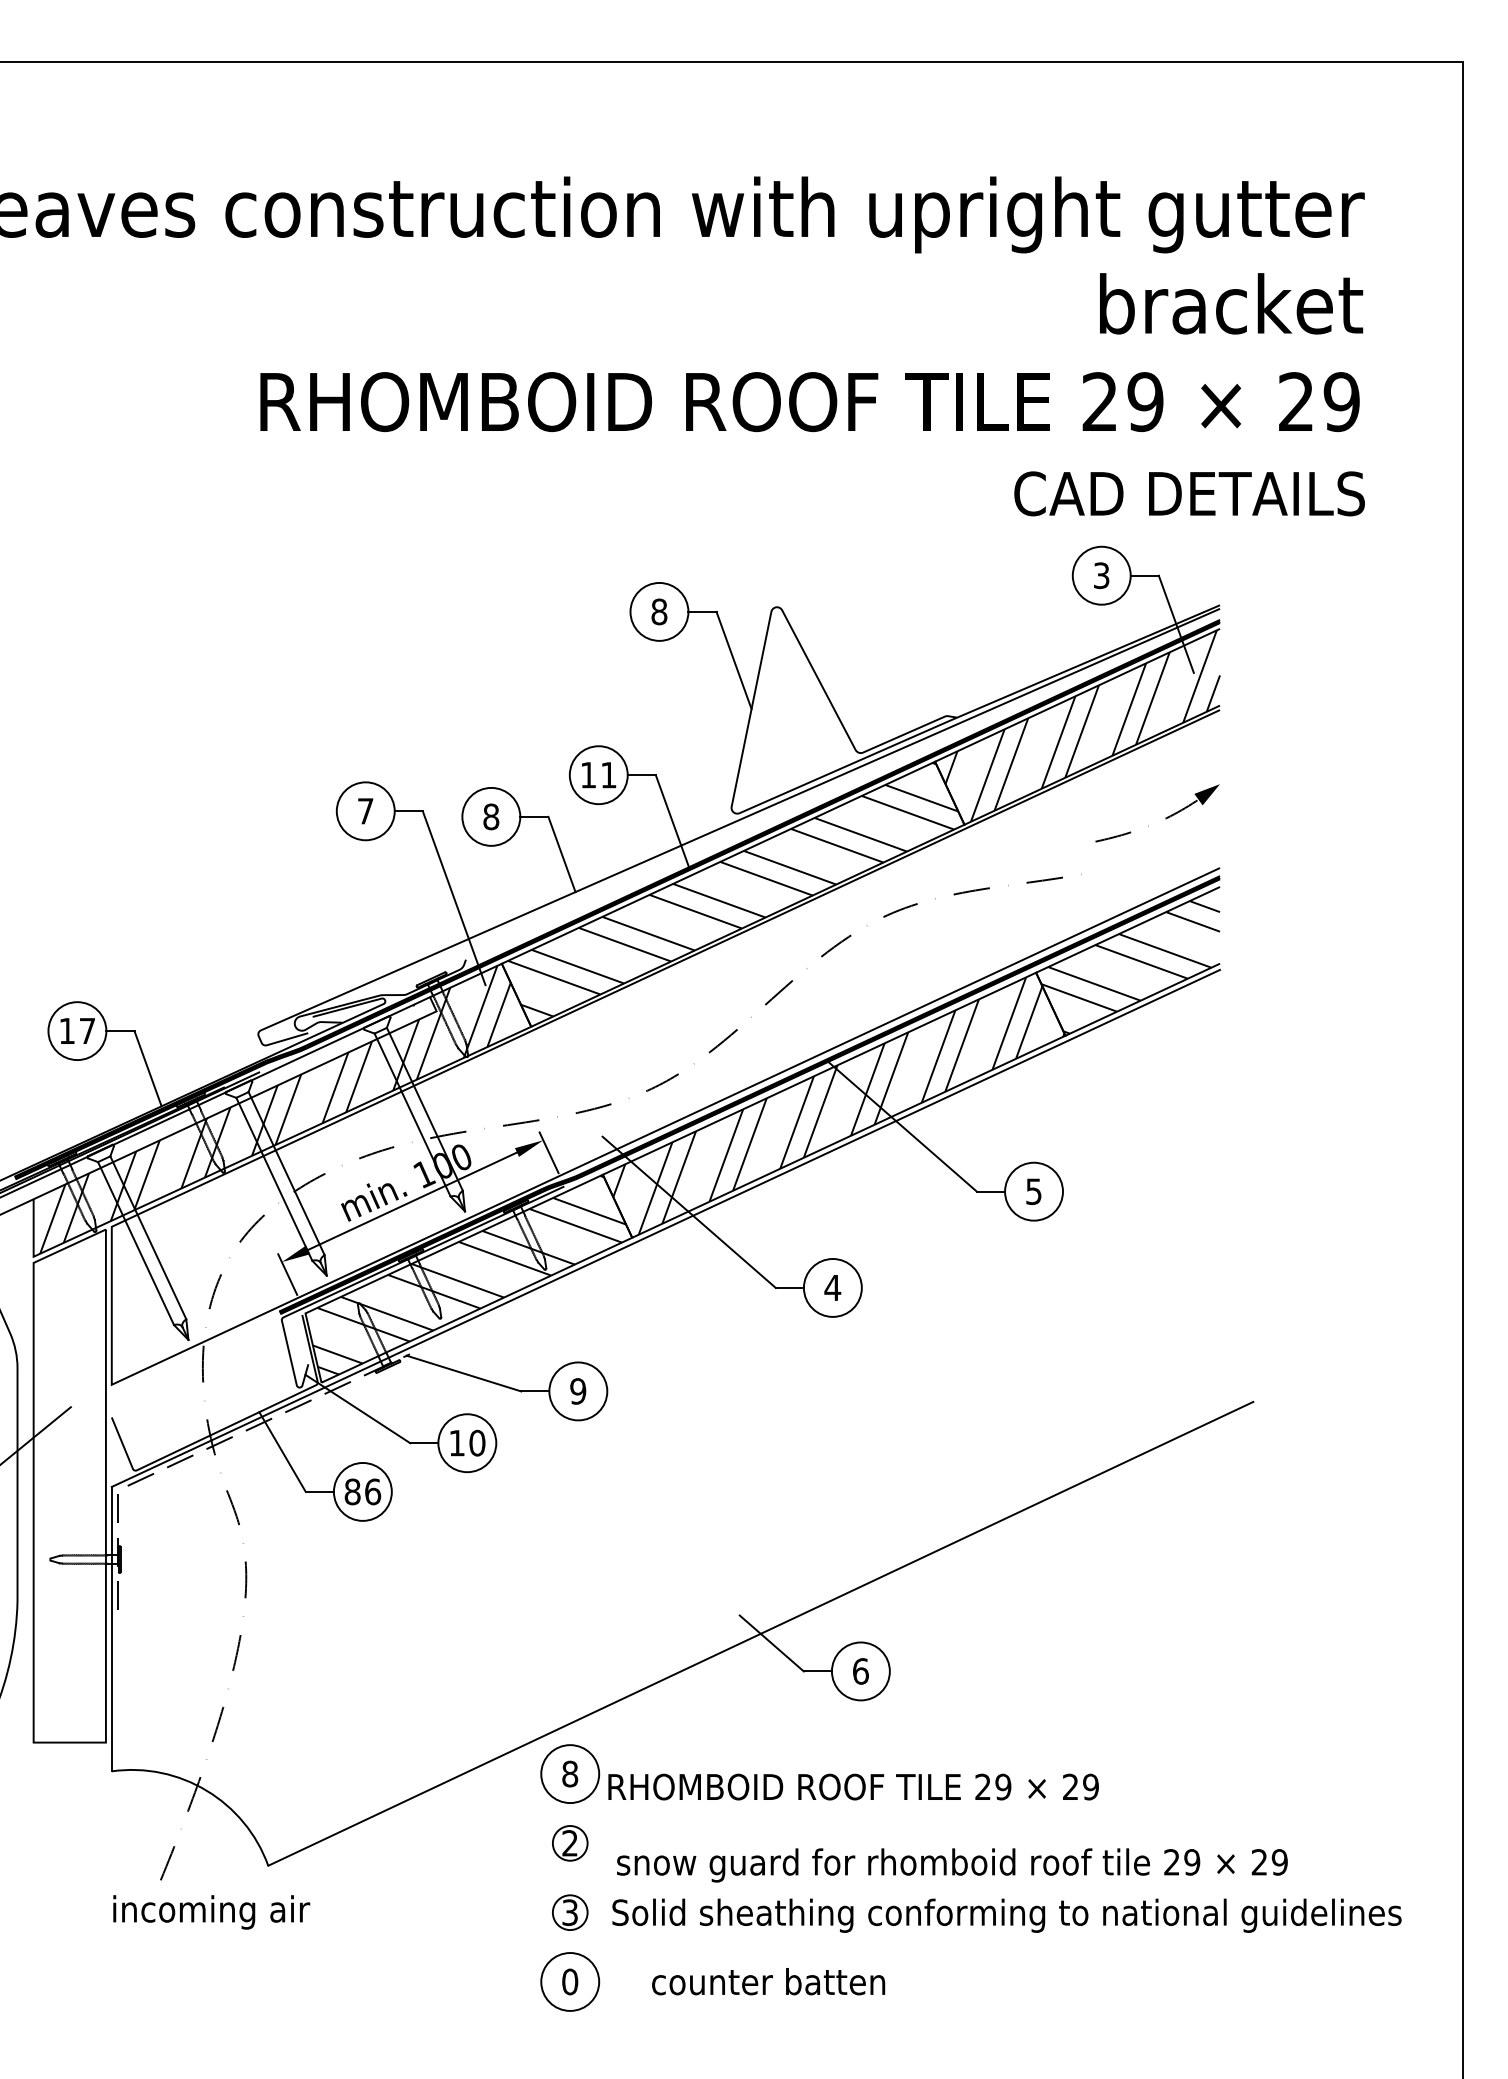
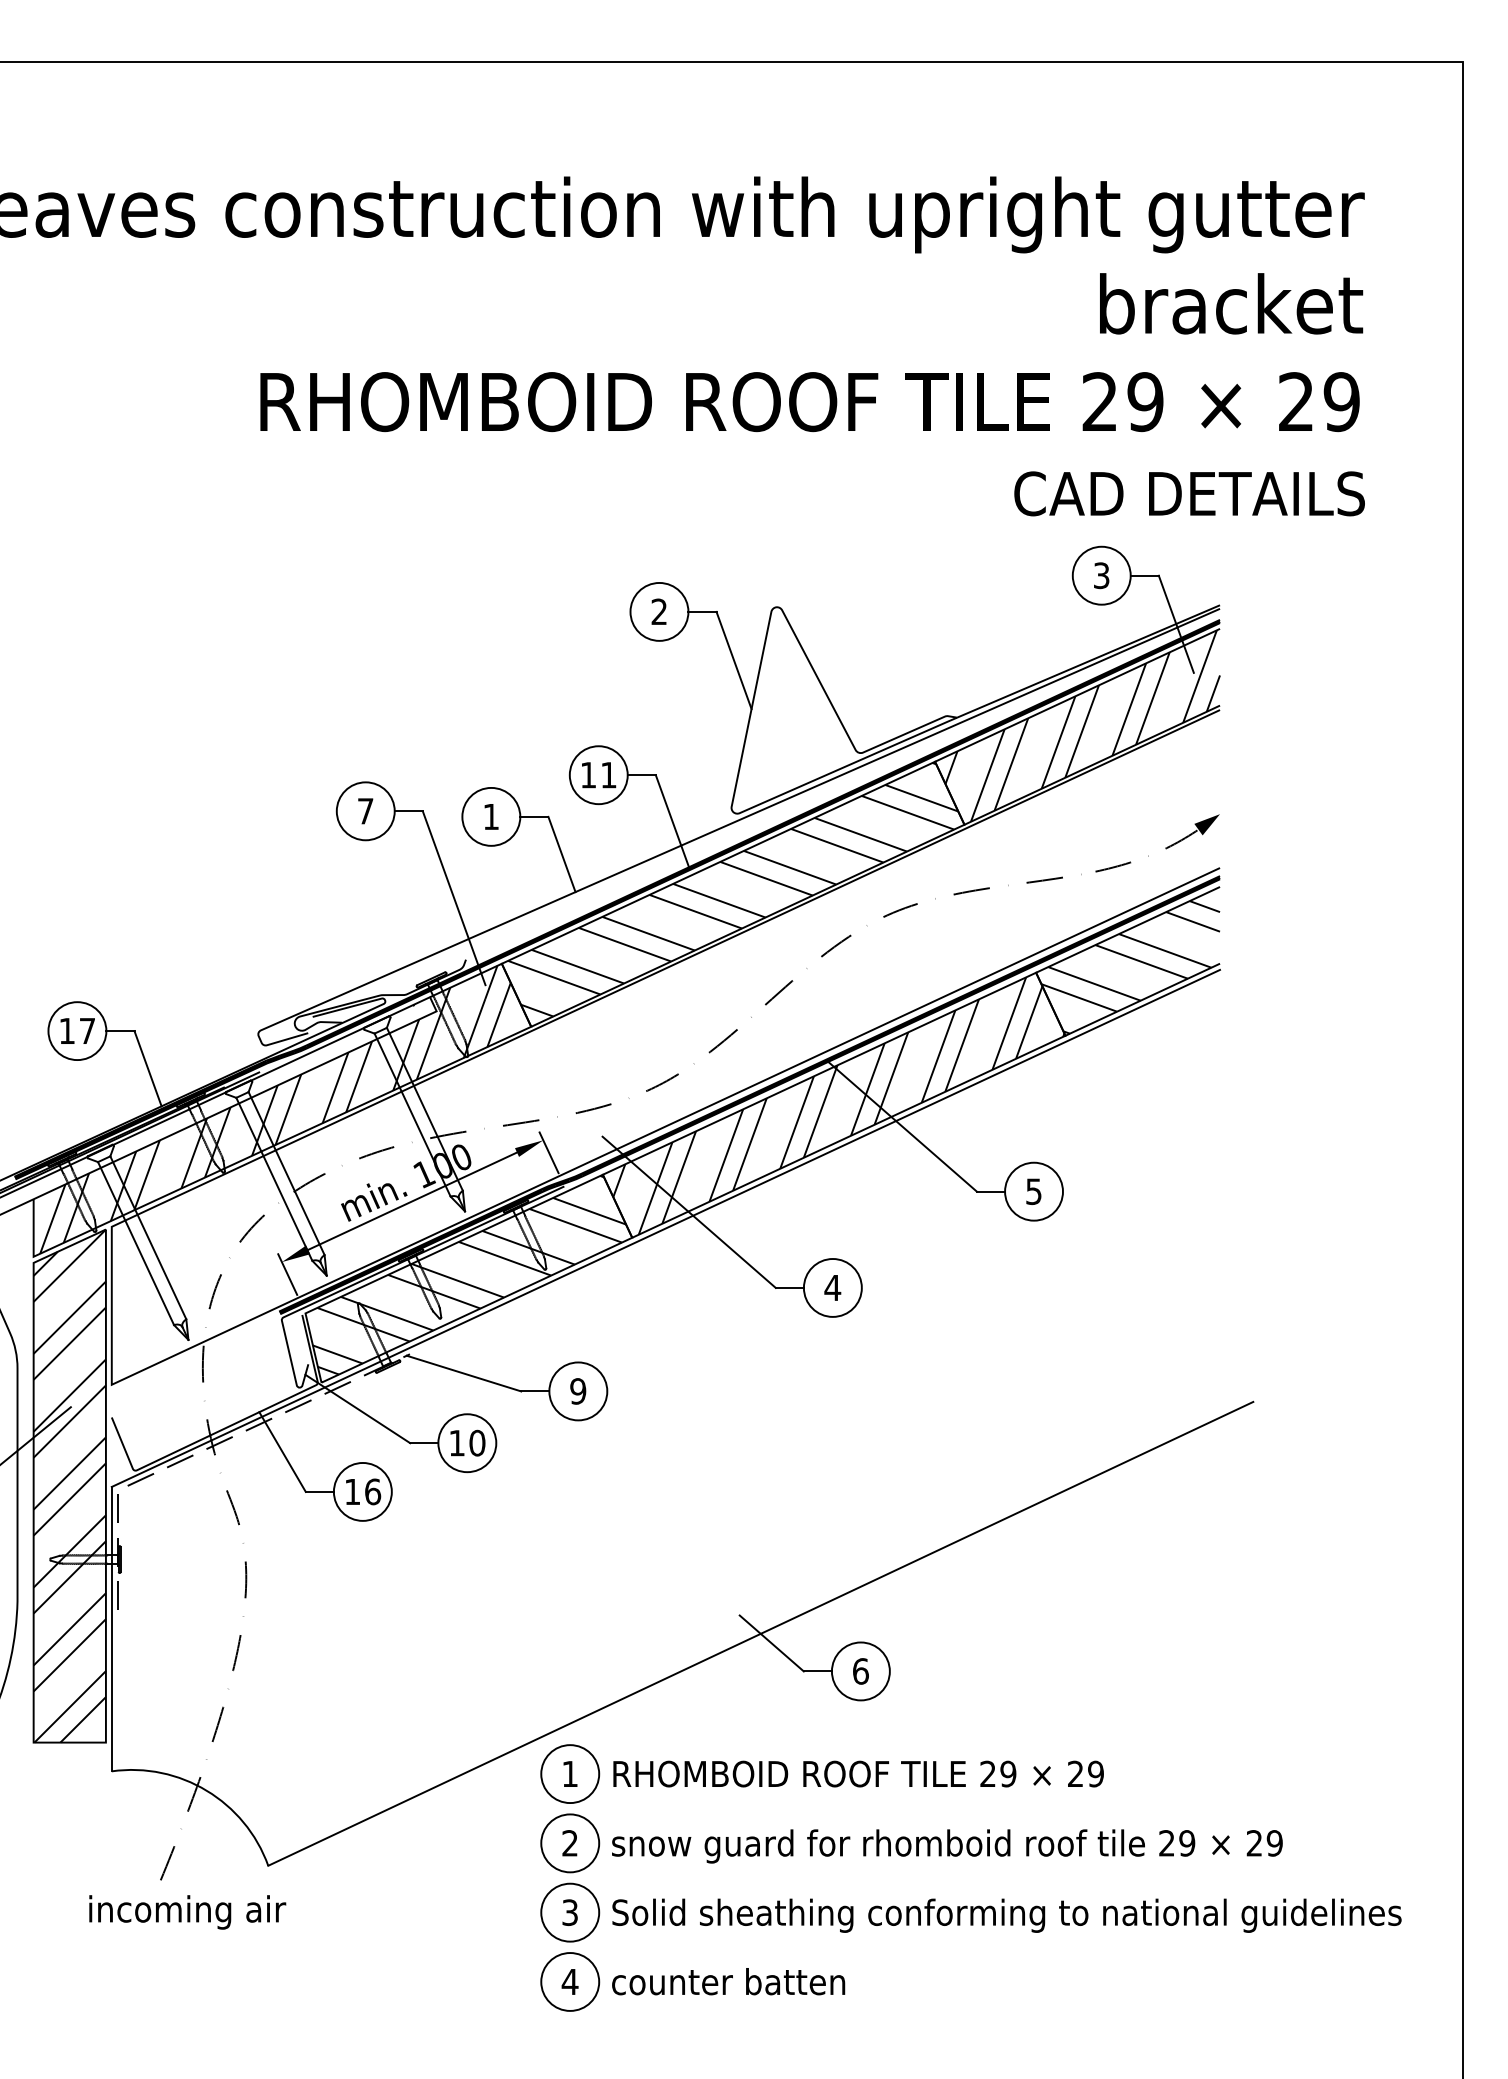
text at (659, 611): 8 -> 2
text at (491, 816): 8 -> 1
part at (1165, 817) position: (1165, 817) -> (1165, 847)
hatch at (69, 1485): none -> present
text at (352, 1491): 86 -> 16
text at (570, 1773): 8 -> 1
text at (853, 1786) position: (853, 1786) -> (858, 1773)
circle at (569, 1843) diameter: 35 px -> 58 px
text at (952, 1865) position: (952, 1865) -> (947, 1846)
text at (211, 1912) position: (211, 1912) -> (187, 1912)
circle at (569, 1912) diameter: 35 px -> 58 px
text at (569, 1981): 0 -> 4
text at (768, 1981) position: (768, 1981) -> (728, 1981)
